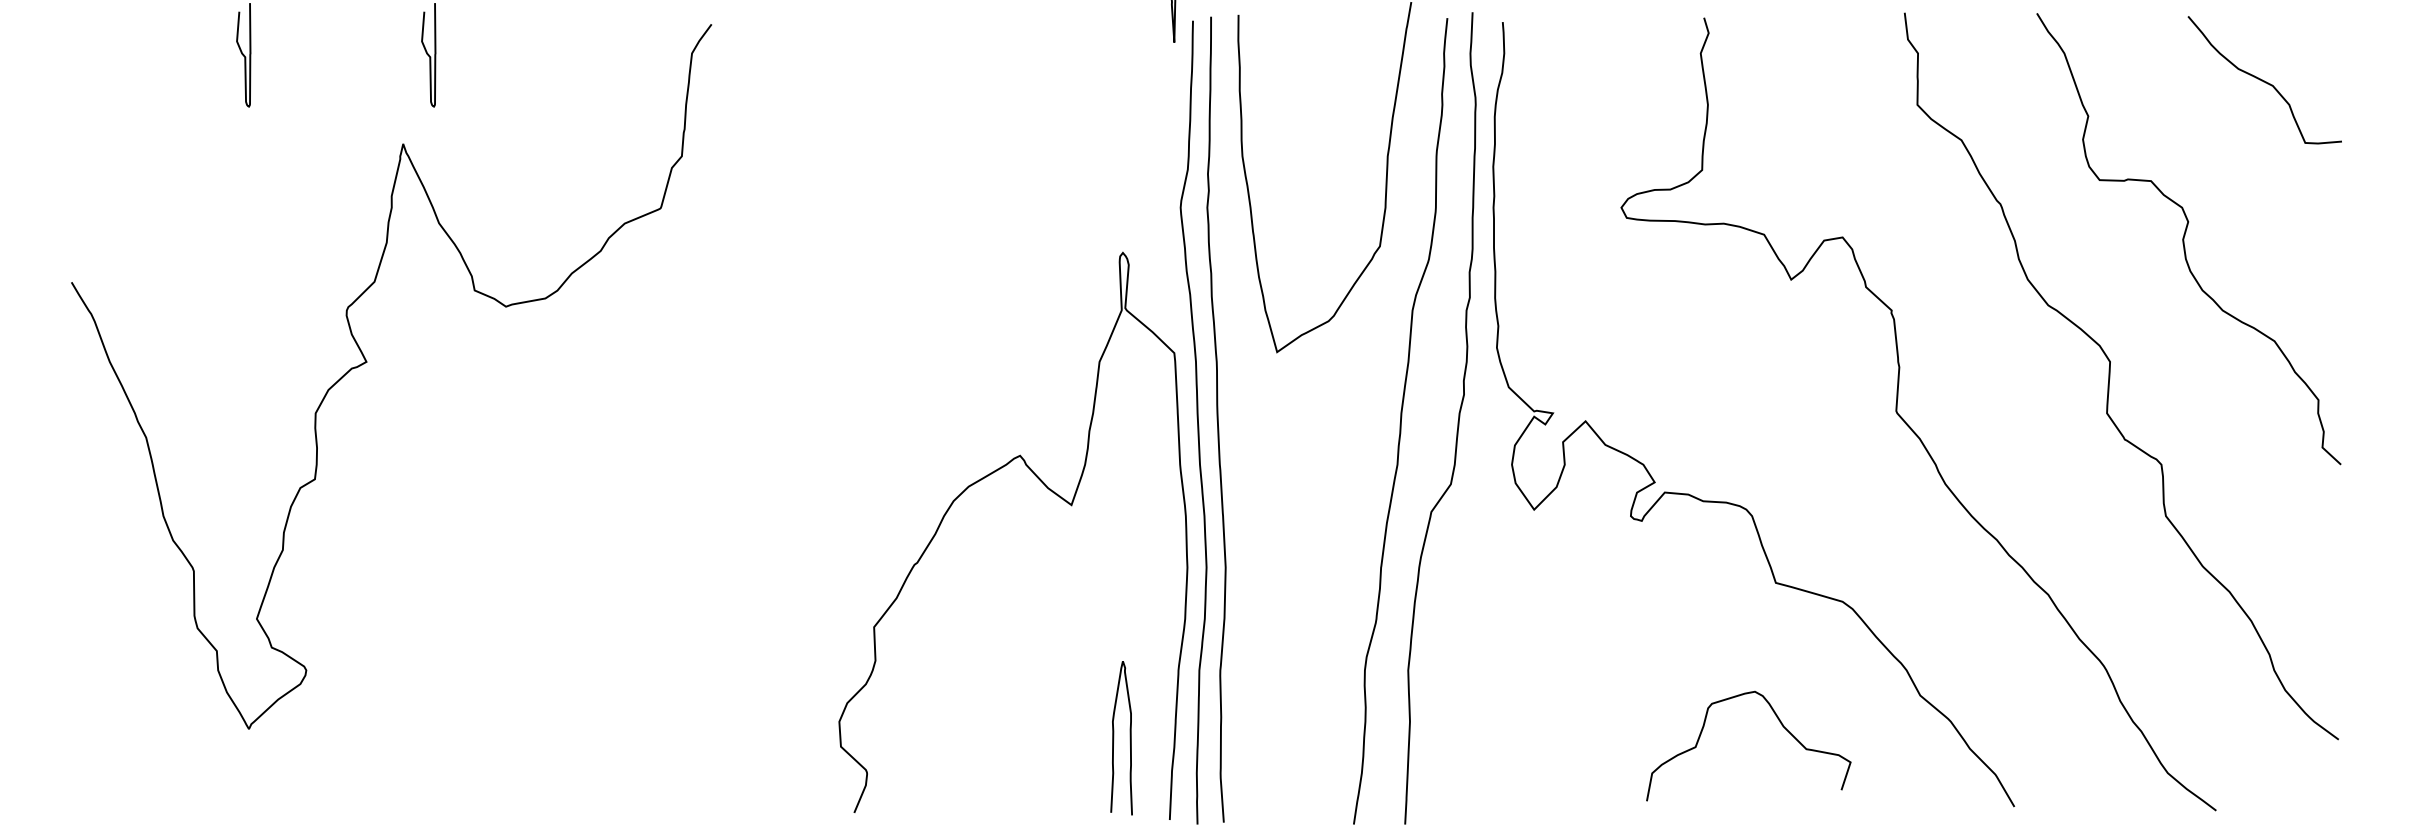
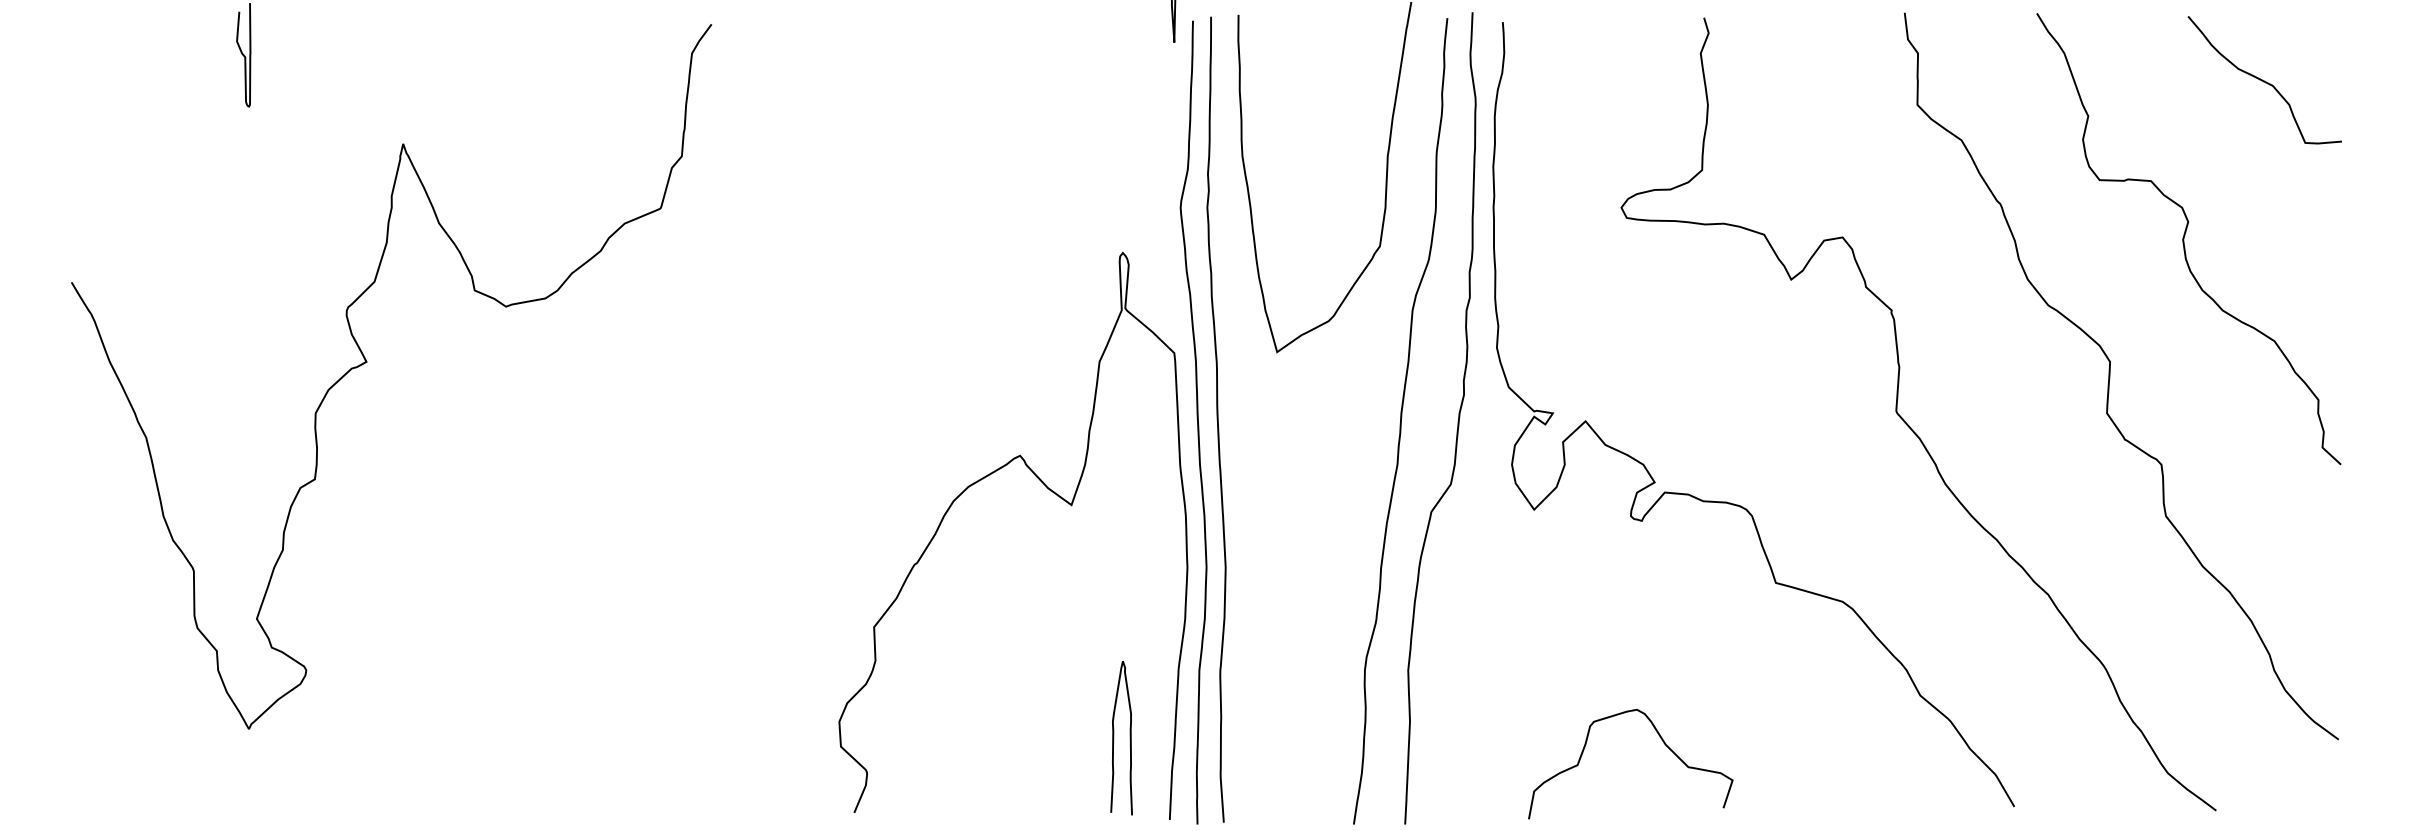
curve at (428, 55): present -> none
curve at (1781, 725) position: (1781, 725) -> (1663, 743)
